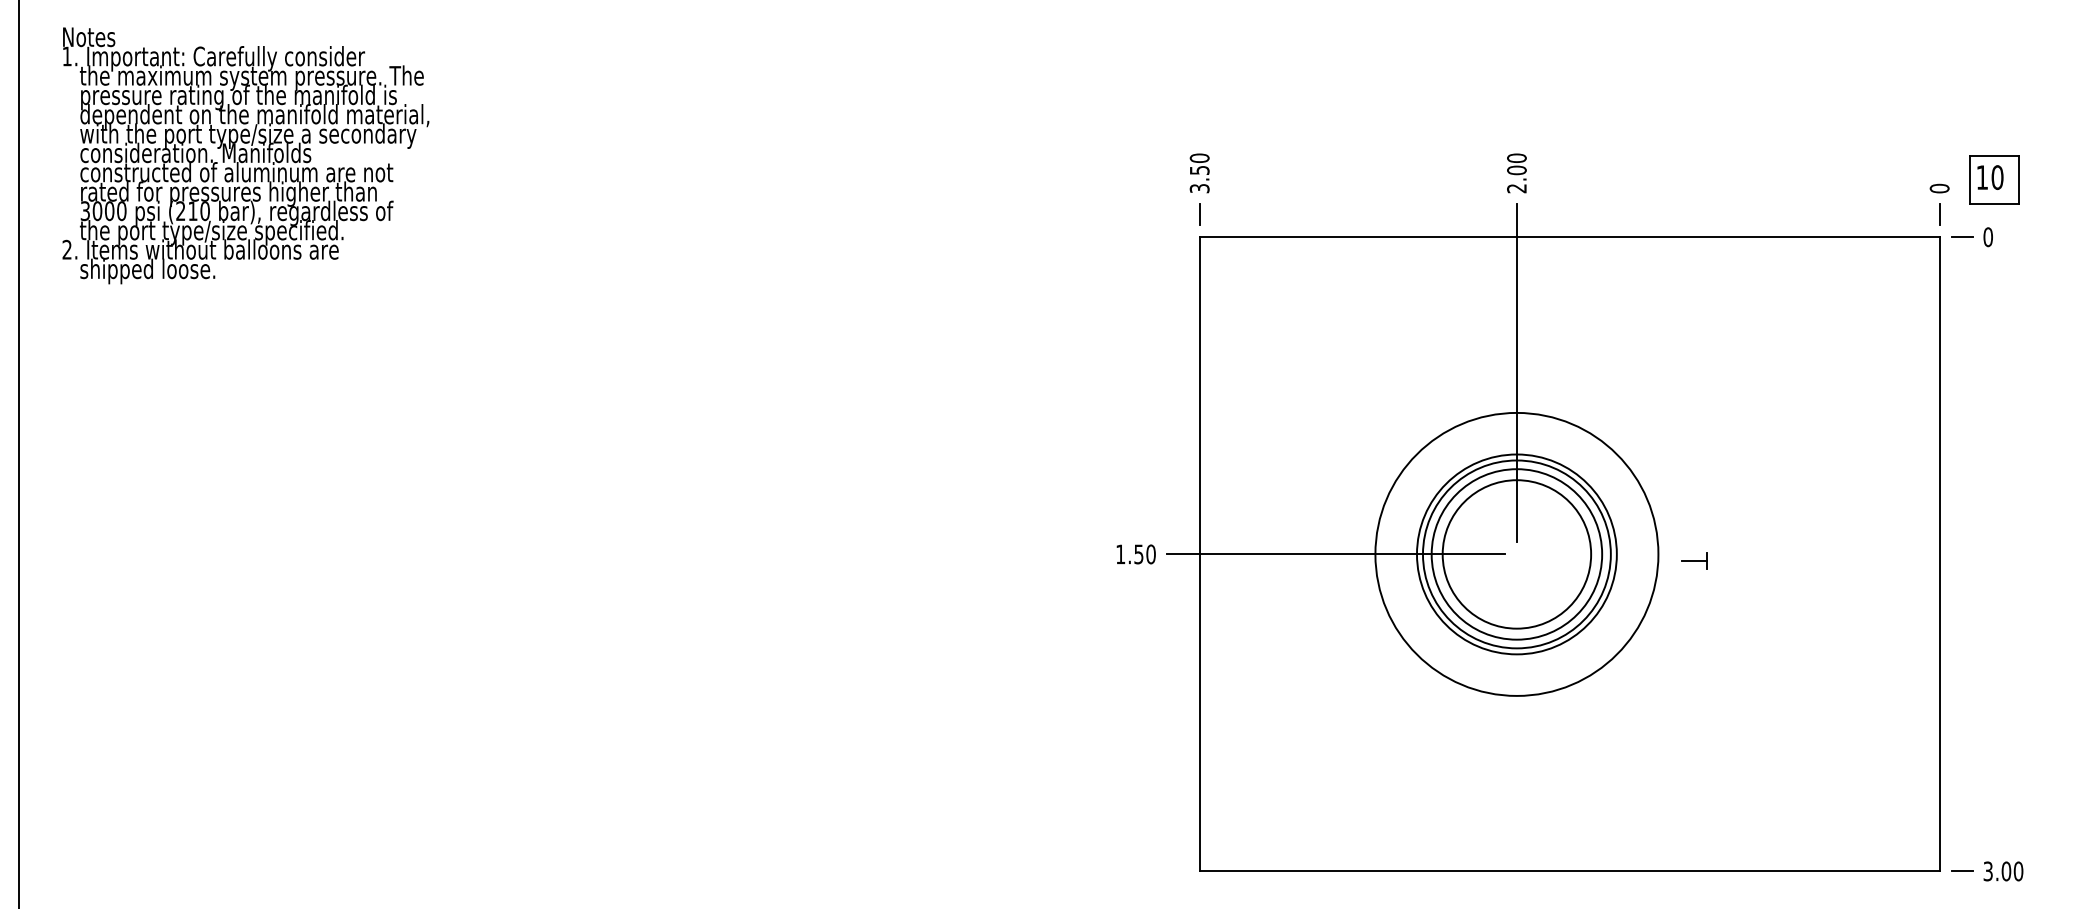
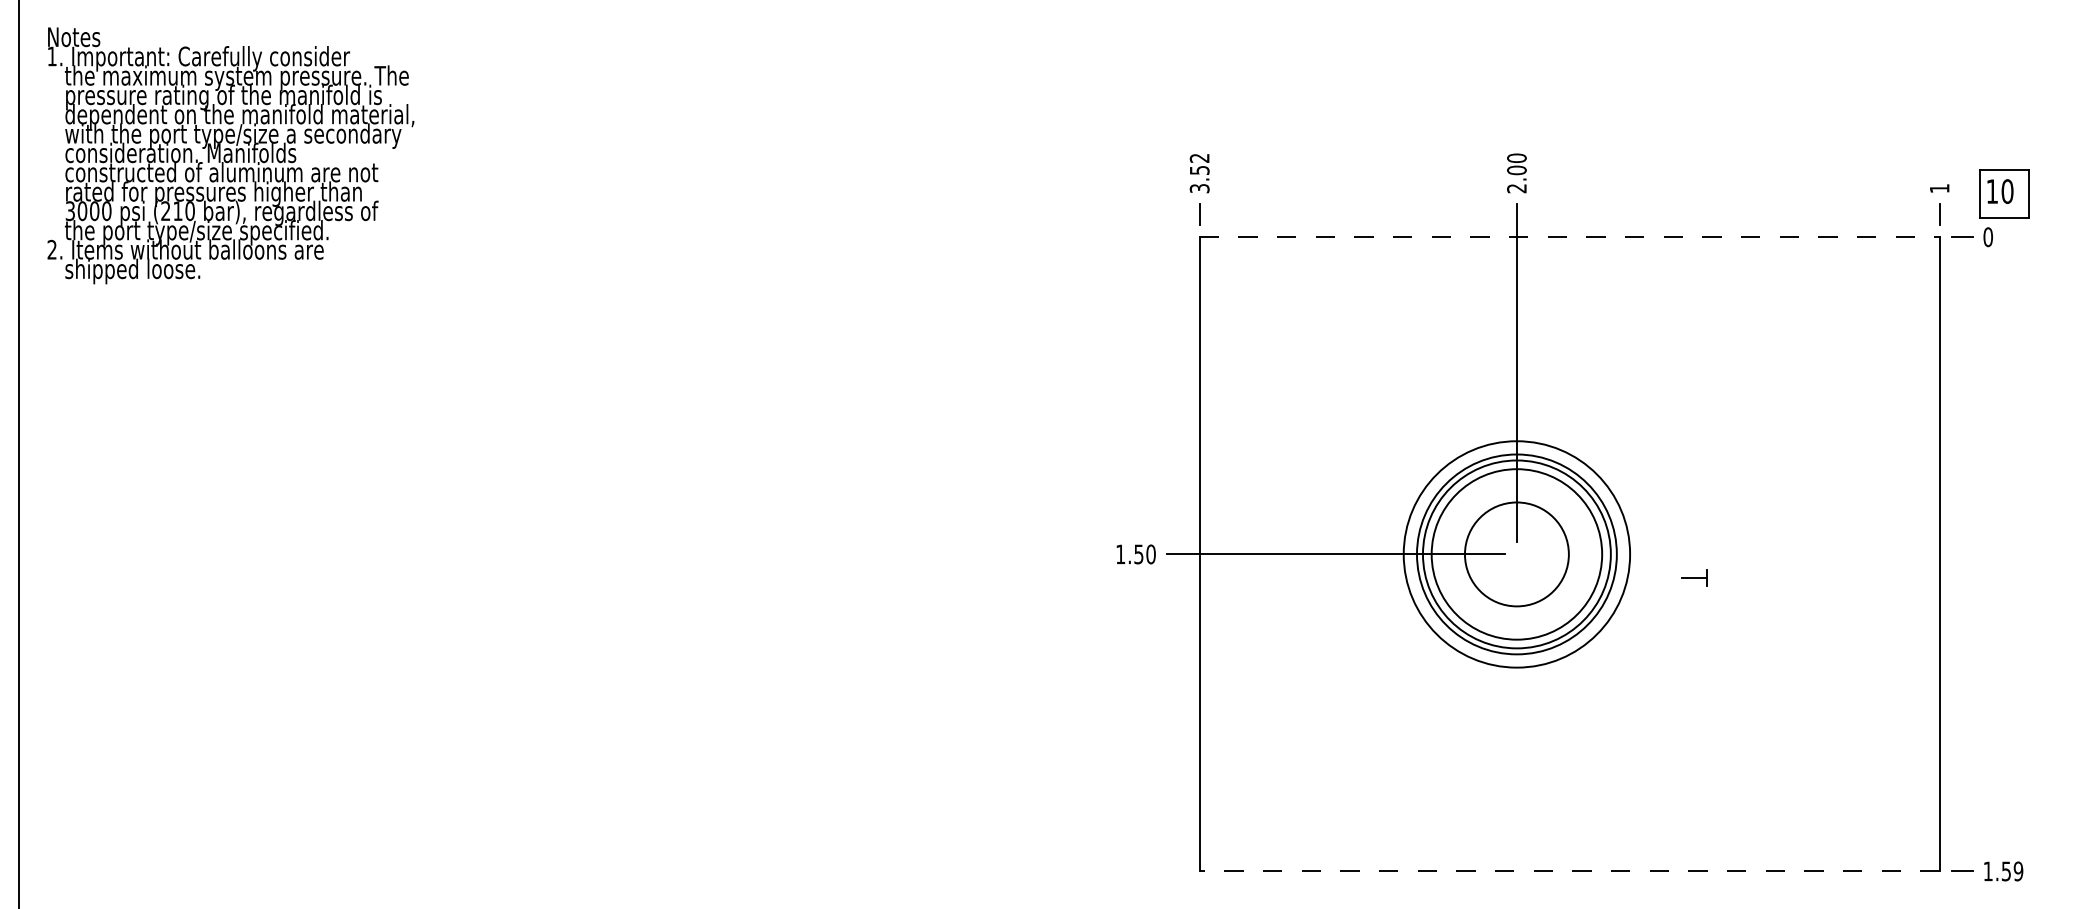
text at (245, 155) position: (245, 155) -> (230, 155)
text at (1199, 157): 3.50 -> 3.52
part at (1994, 179) position: (1994, 179) -> (2004, 193)
text at (1939, 188): 0 -> 1
line at (1569, 237): solid -> dashed
circle at (1516, 553) diameter: 283 px -> 226 px
circle at (1516, 554) diameter: 148 px -> 104 px
part at (1694, 560) position: (1694, 560) -> (1694, 577)
line at (1569, 871): solid -> dashed
text at (2003, 871): 3.00 -> 1.59
